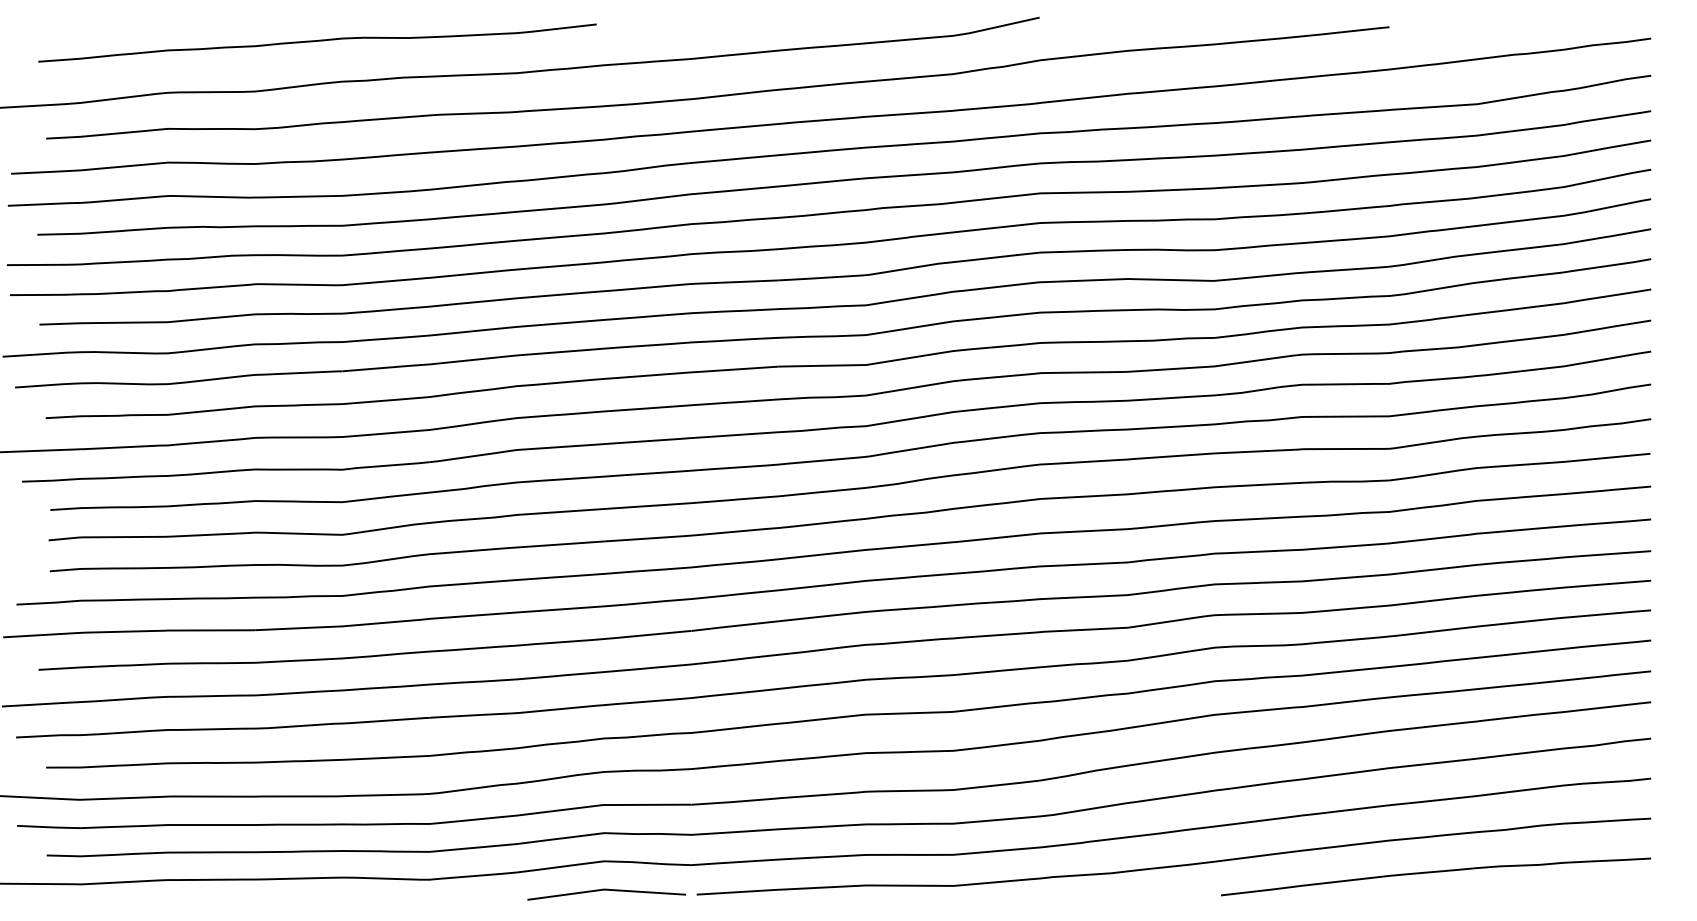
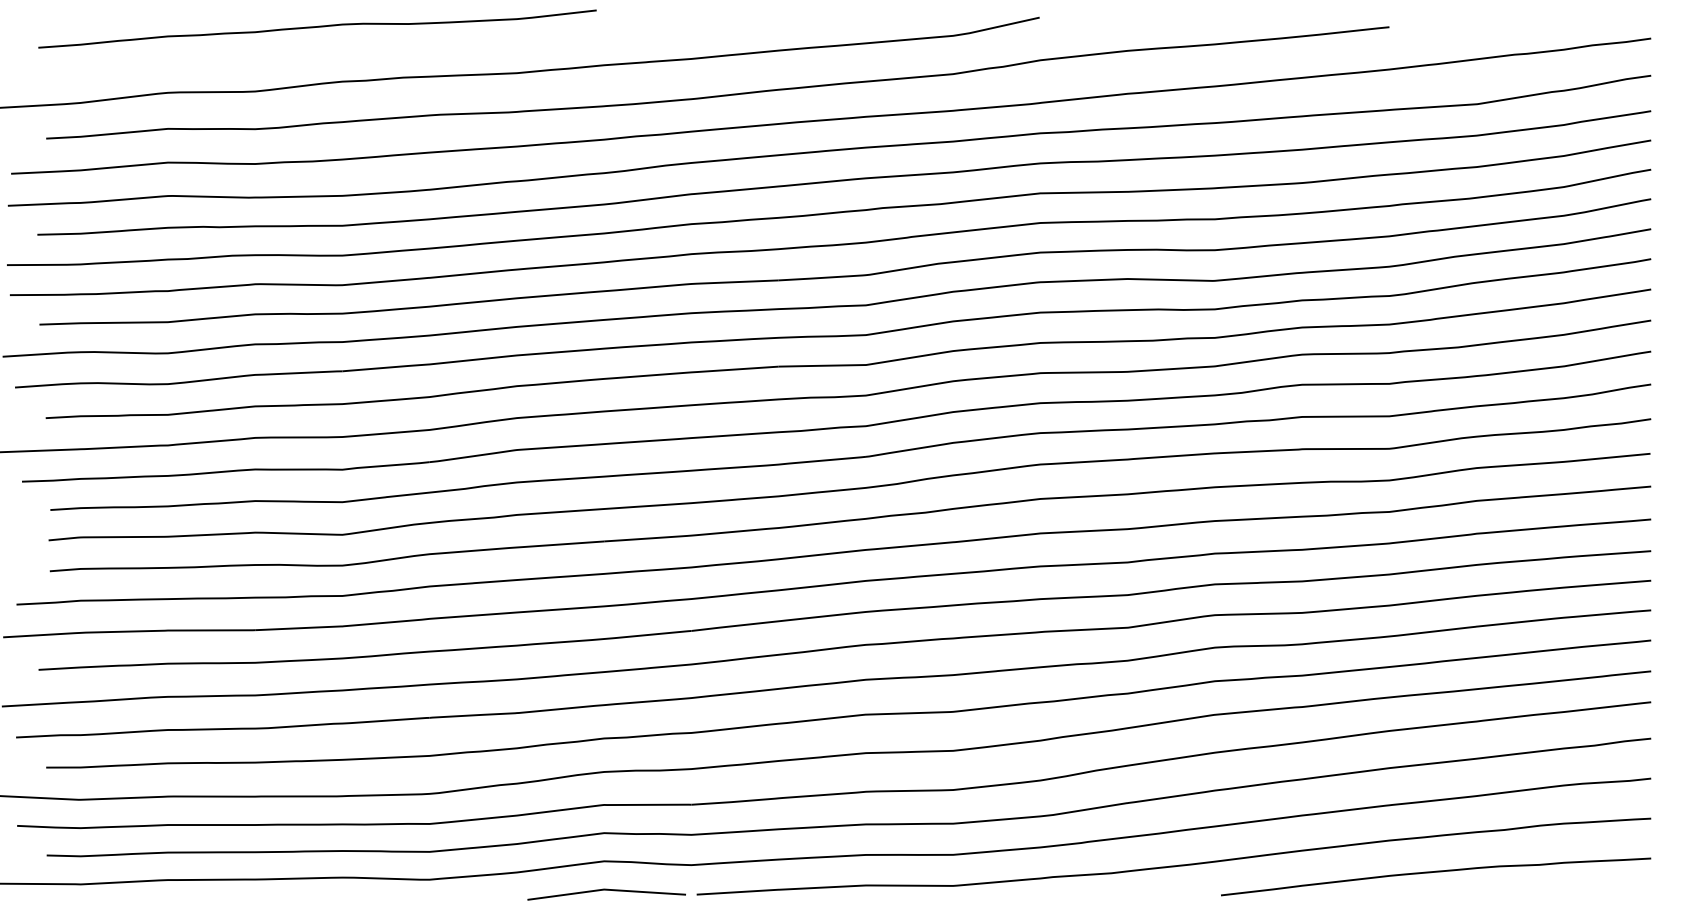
curve at (317, 41) position: (317, 41) -> (317, 27)
